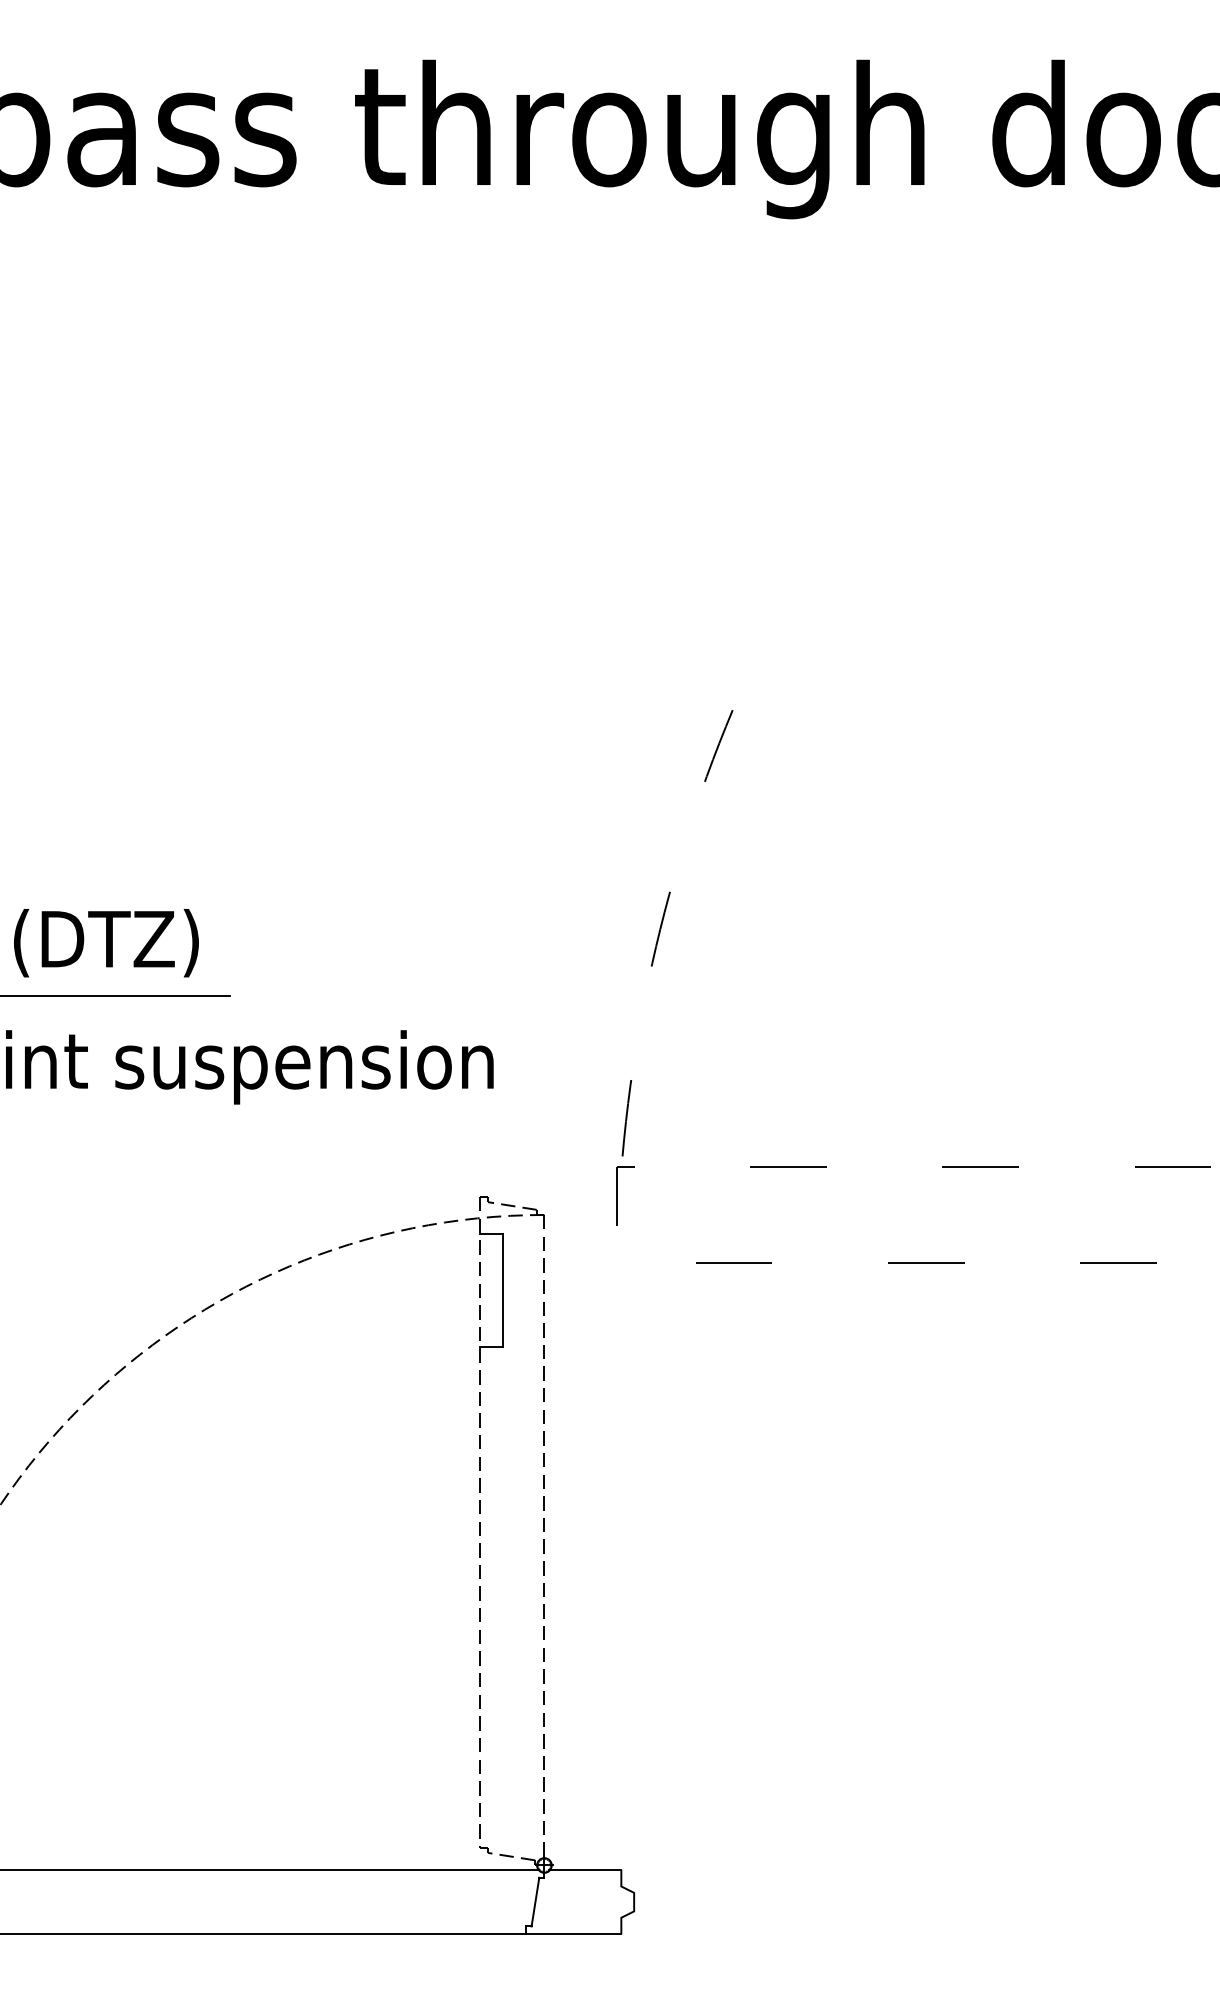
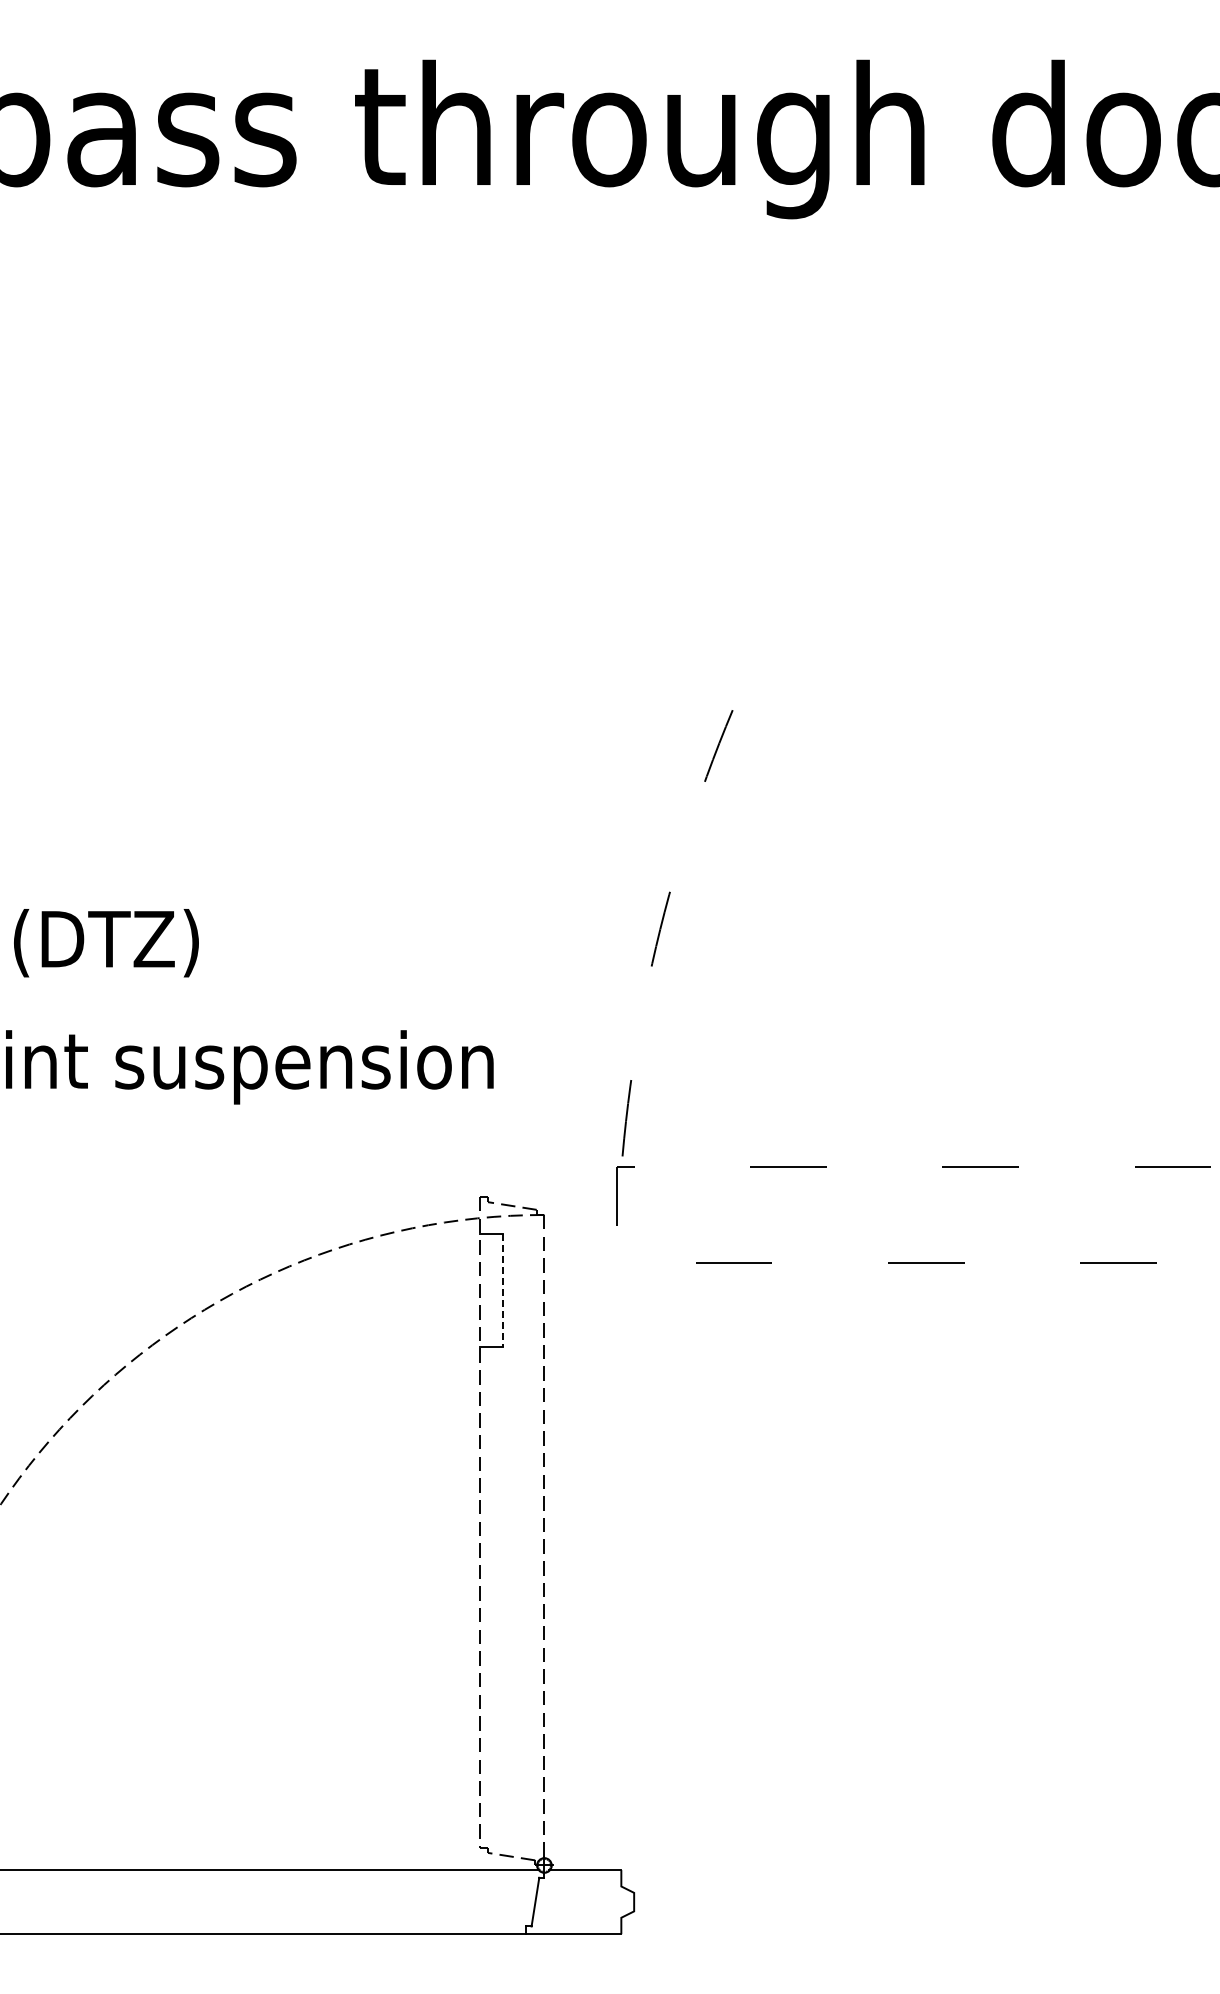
line at (115, 995): present -> none
line at (502, 1290): solid -> dashed
